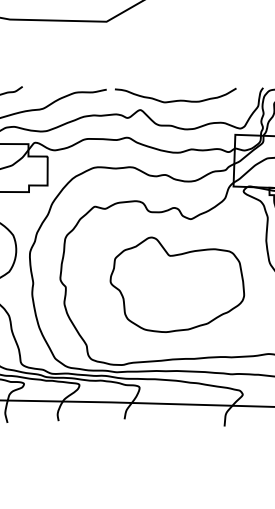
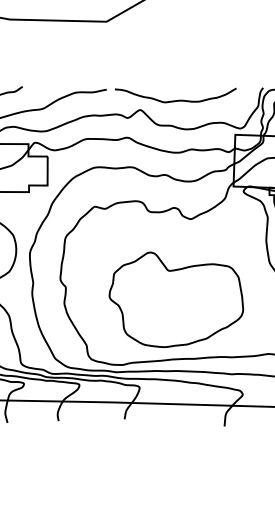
part at (177, 284) position: (177, 284) -> (176, 299)
